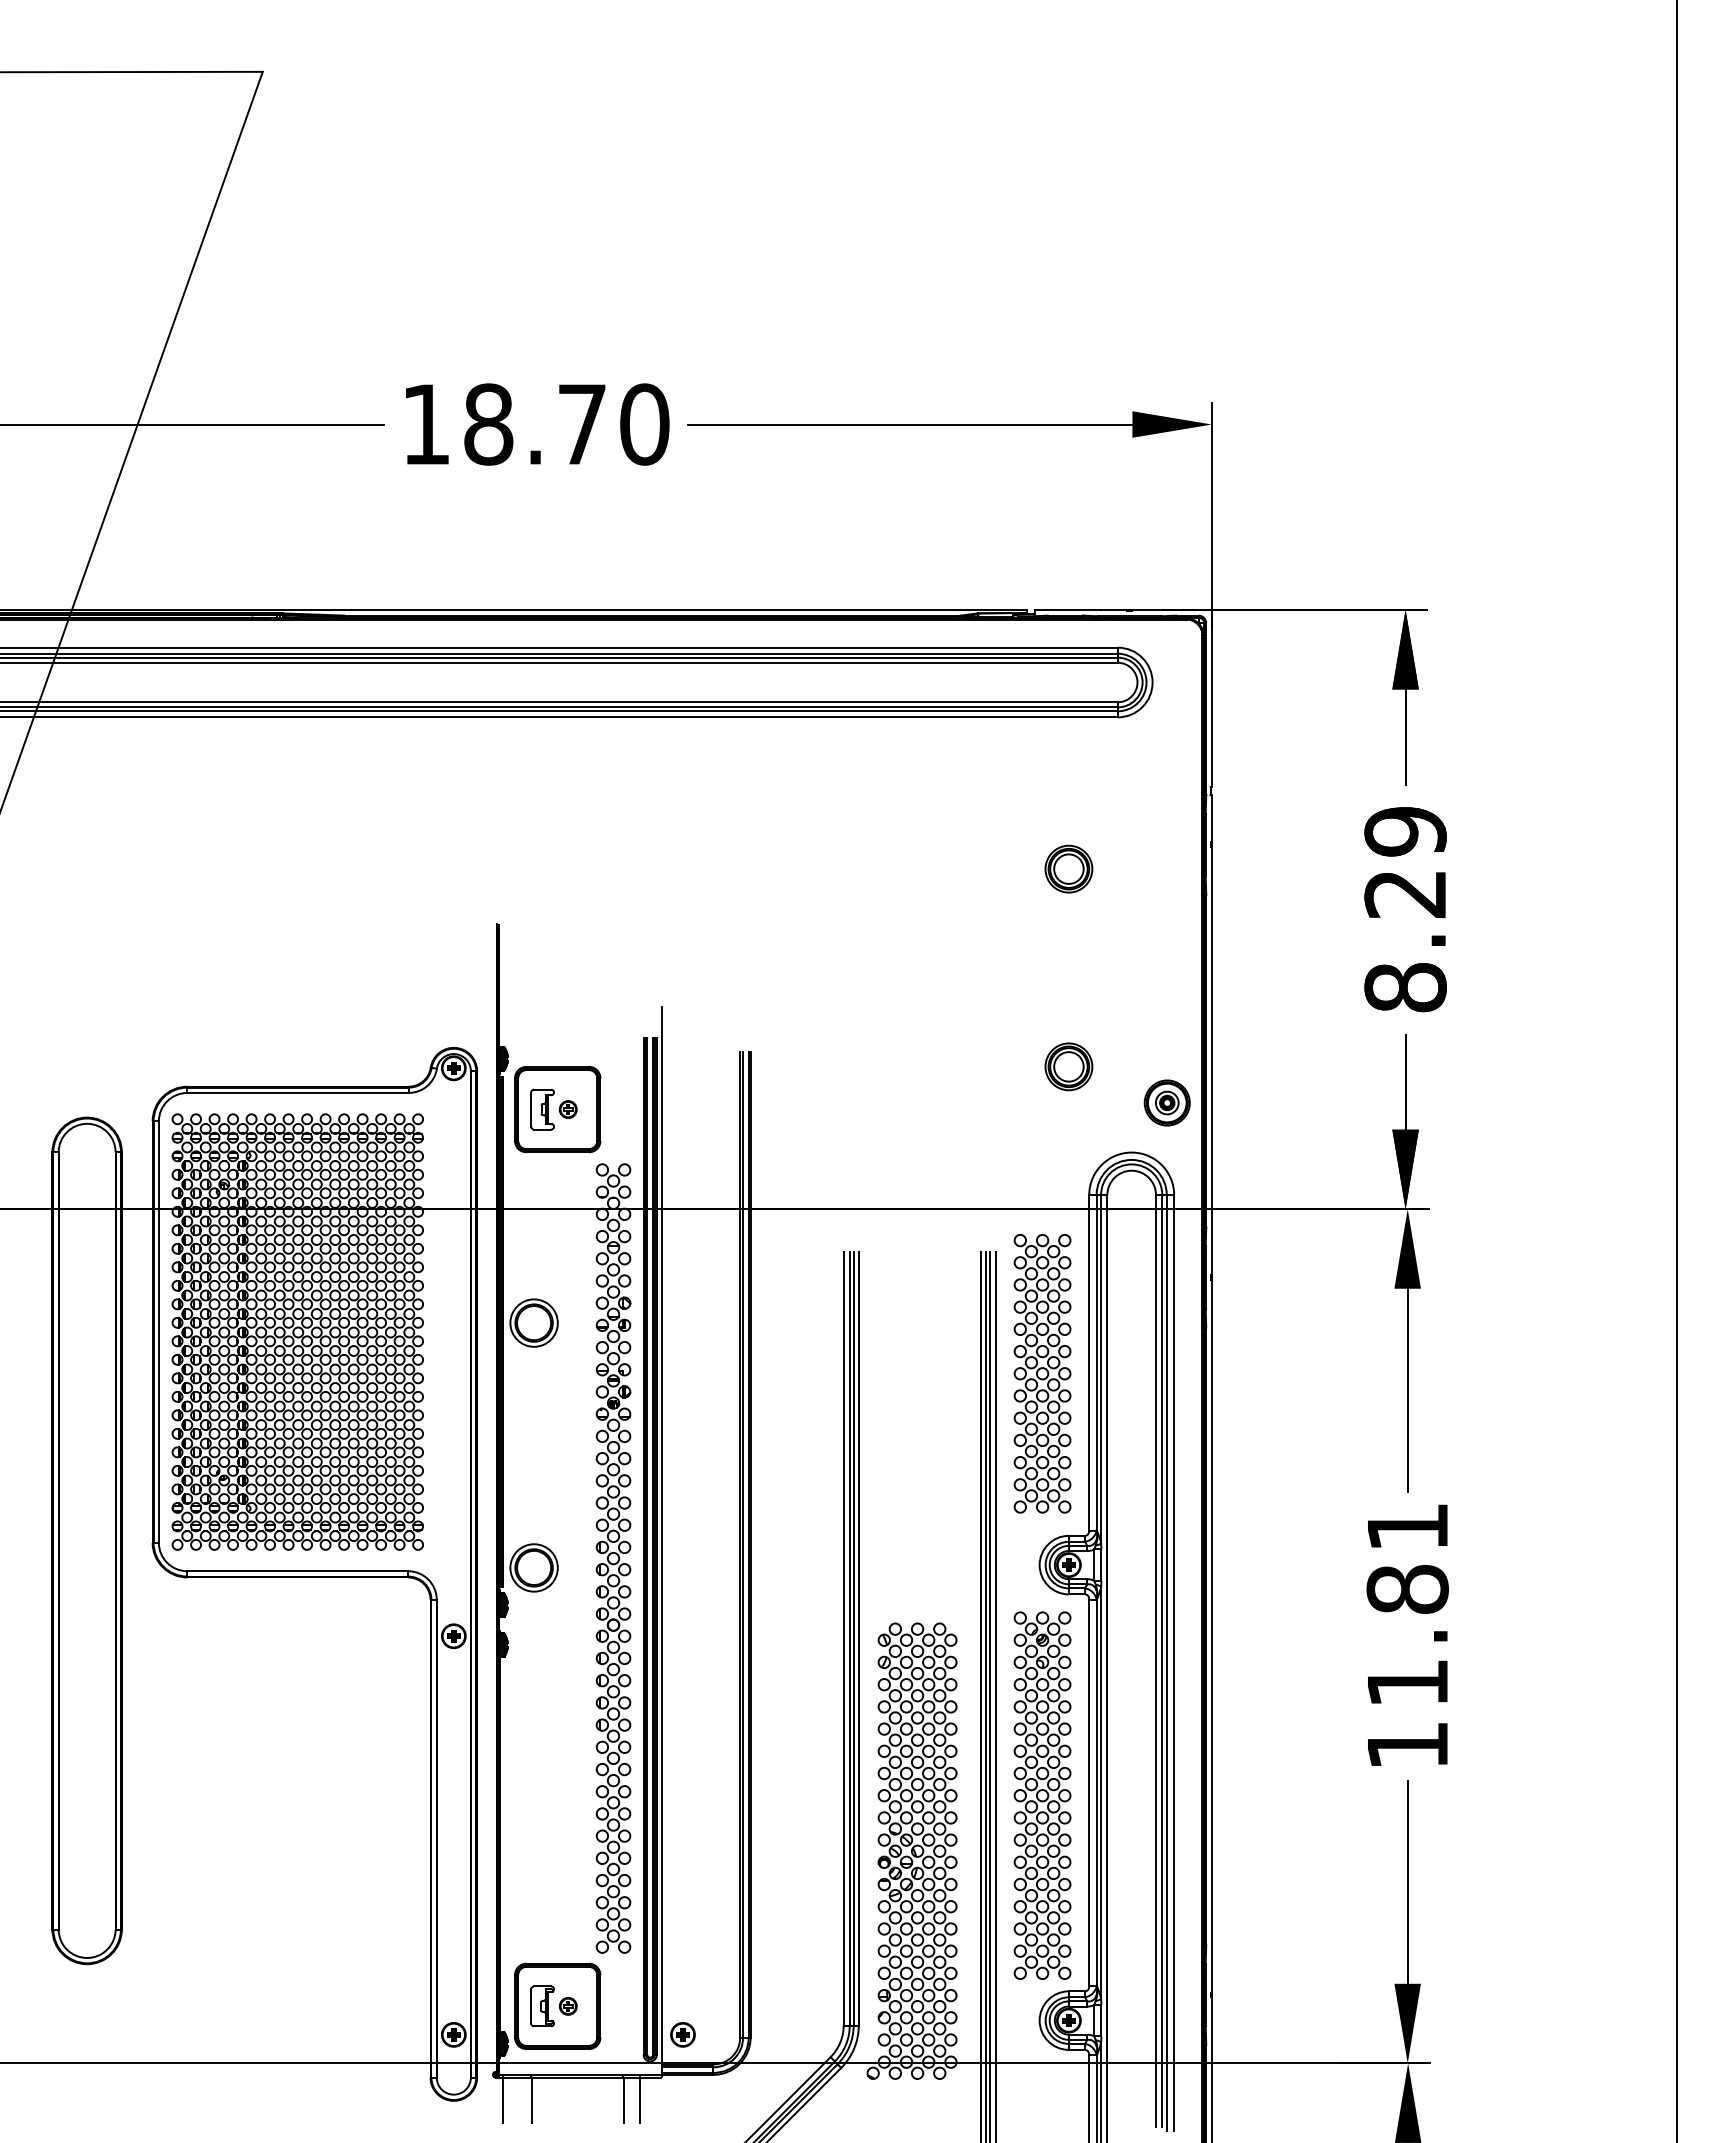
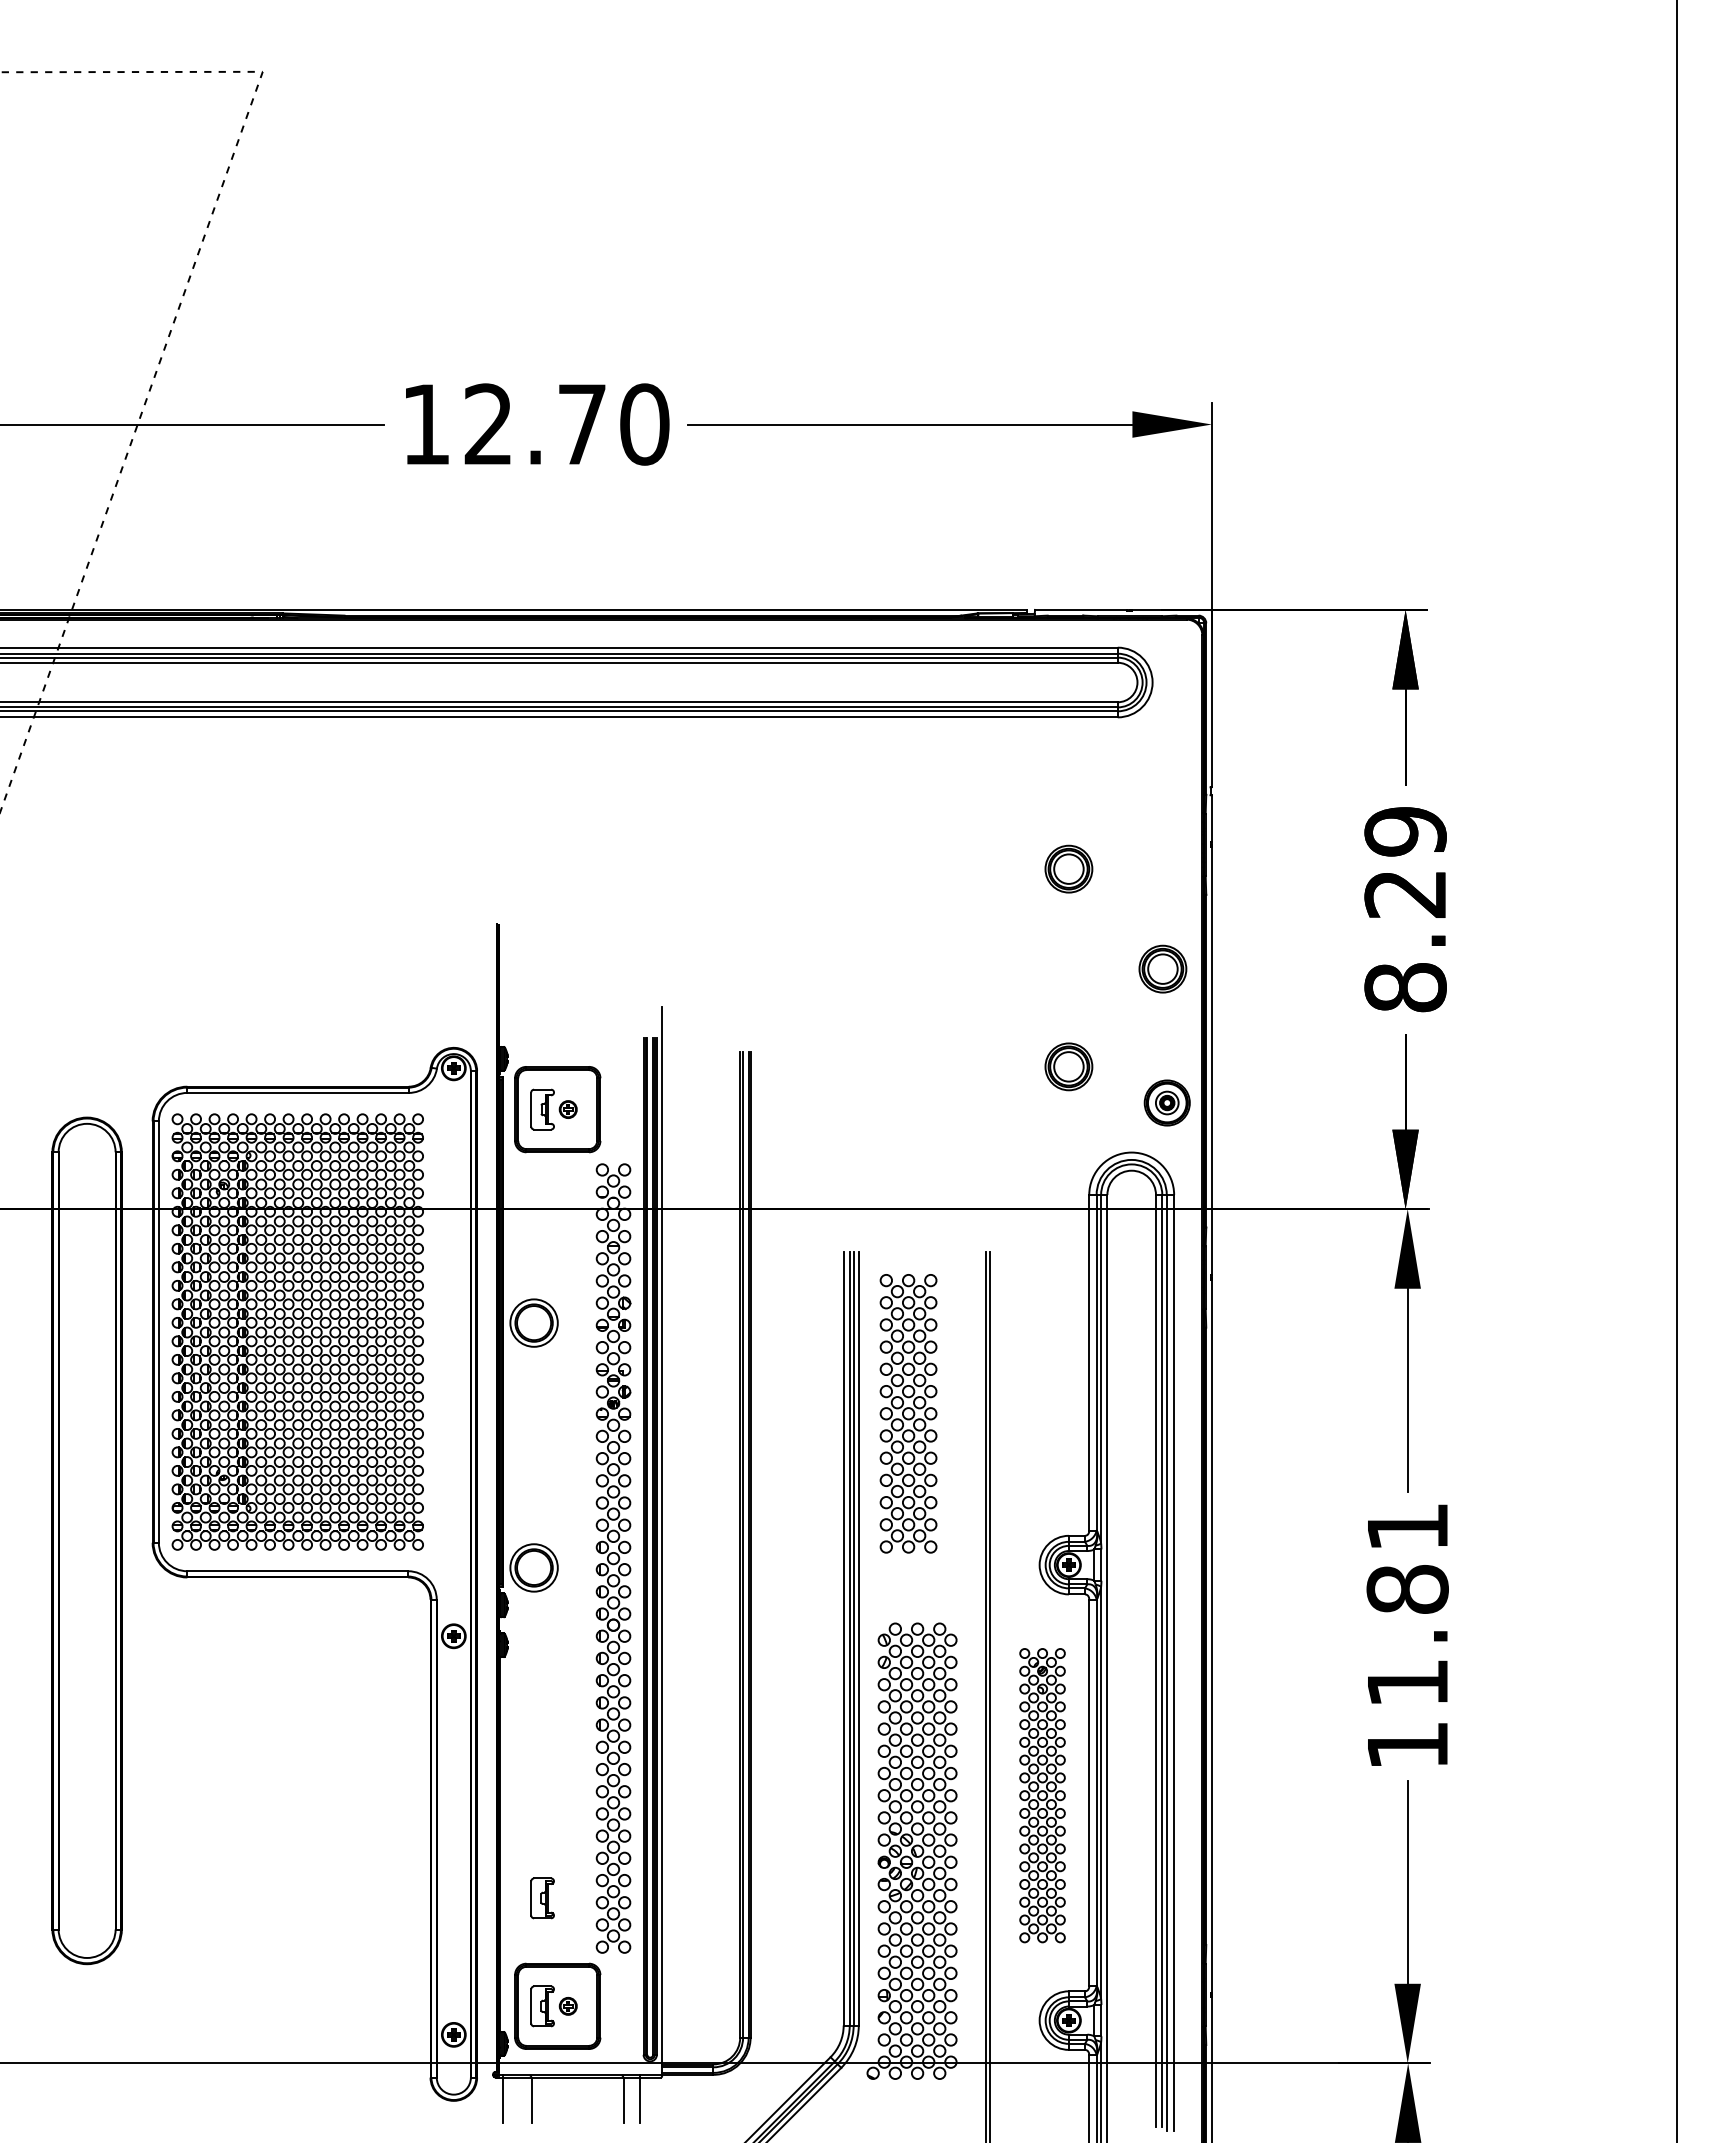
line at (175, 318): solid -> dashed
text at (488, 424): 18.70 -> 12.70
part at (1162, 968): none -> present
part at (1042, 1373) position: (1042, 1373) -> (908, 1413)
line at (980, 1695): present -> none
line at (996, 1695): present -> none
part at (1042, 1795) size: 59x369 px -> 47x296 px
part at (542, 1898): none -> present
part at (682, 2034): present -> none
